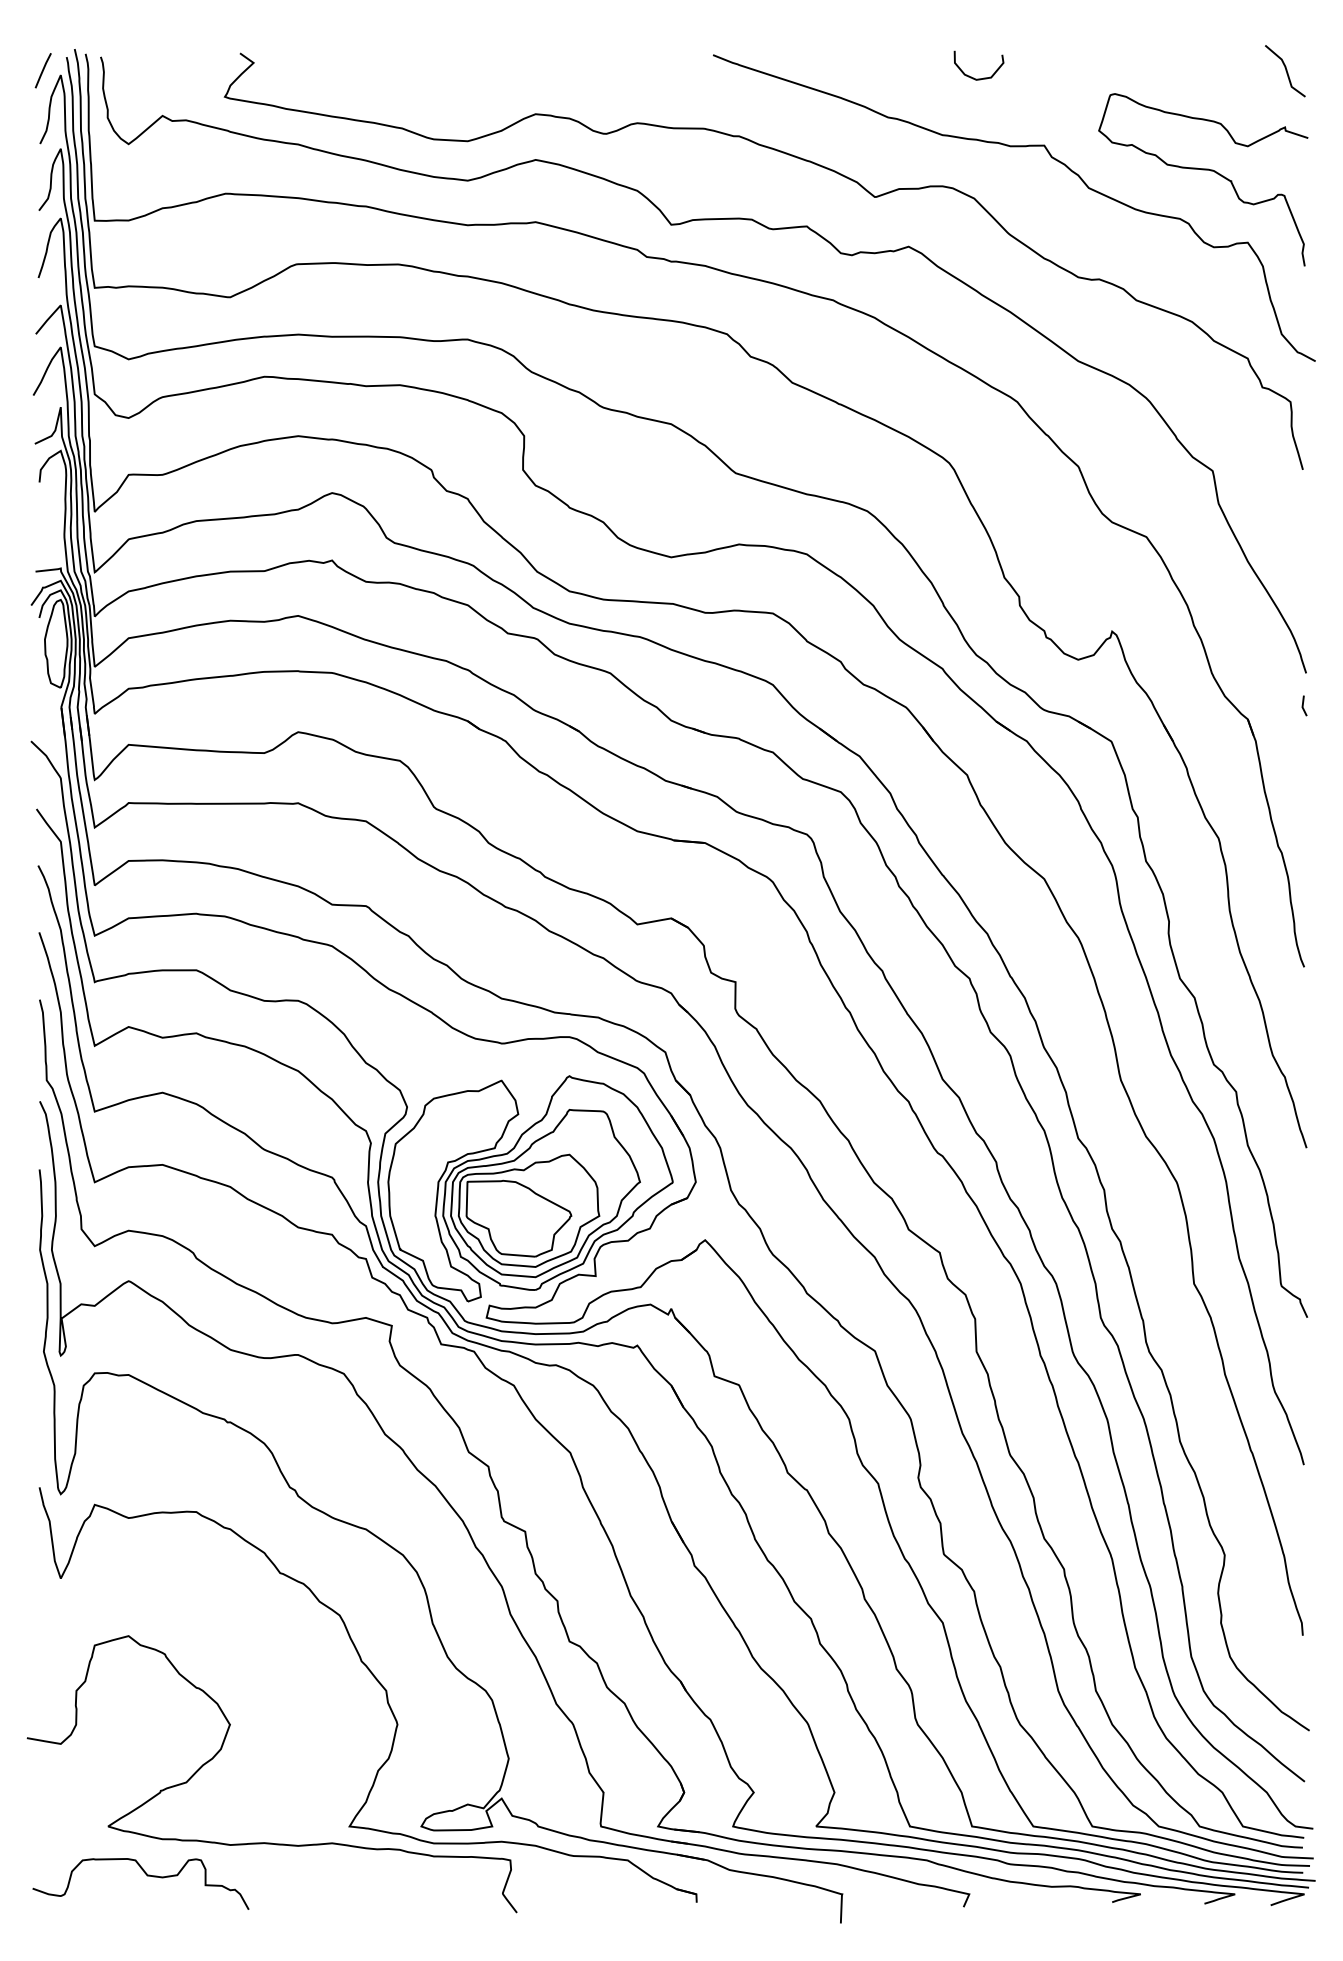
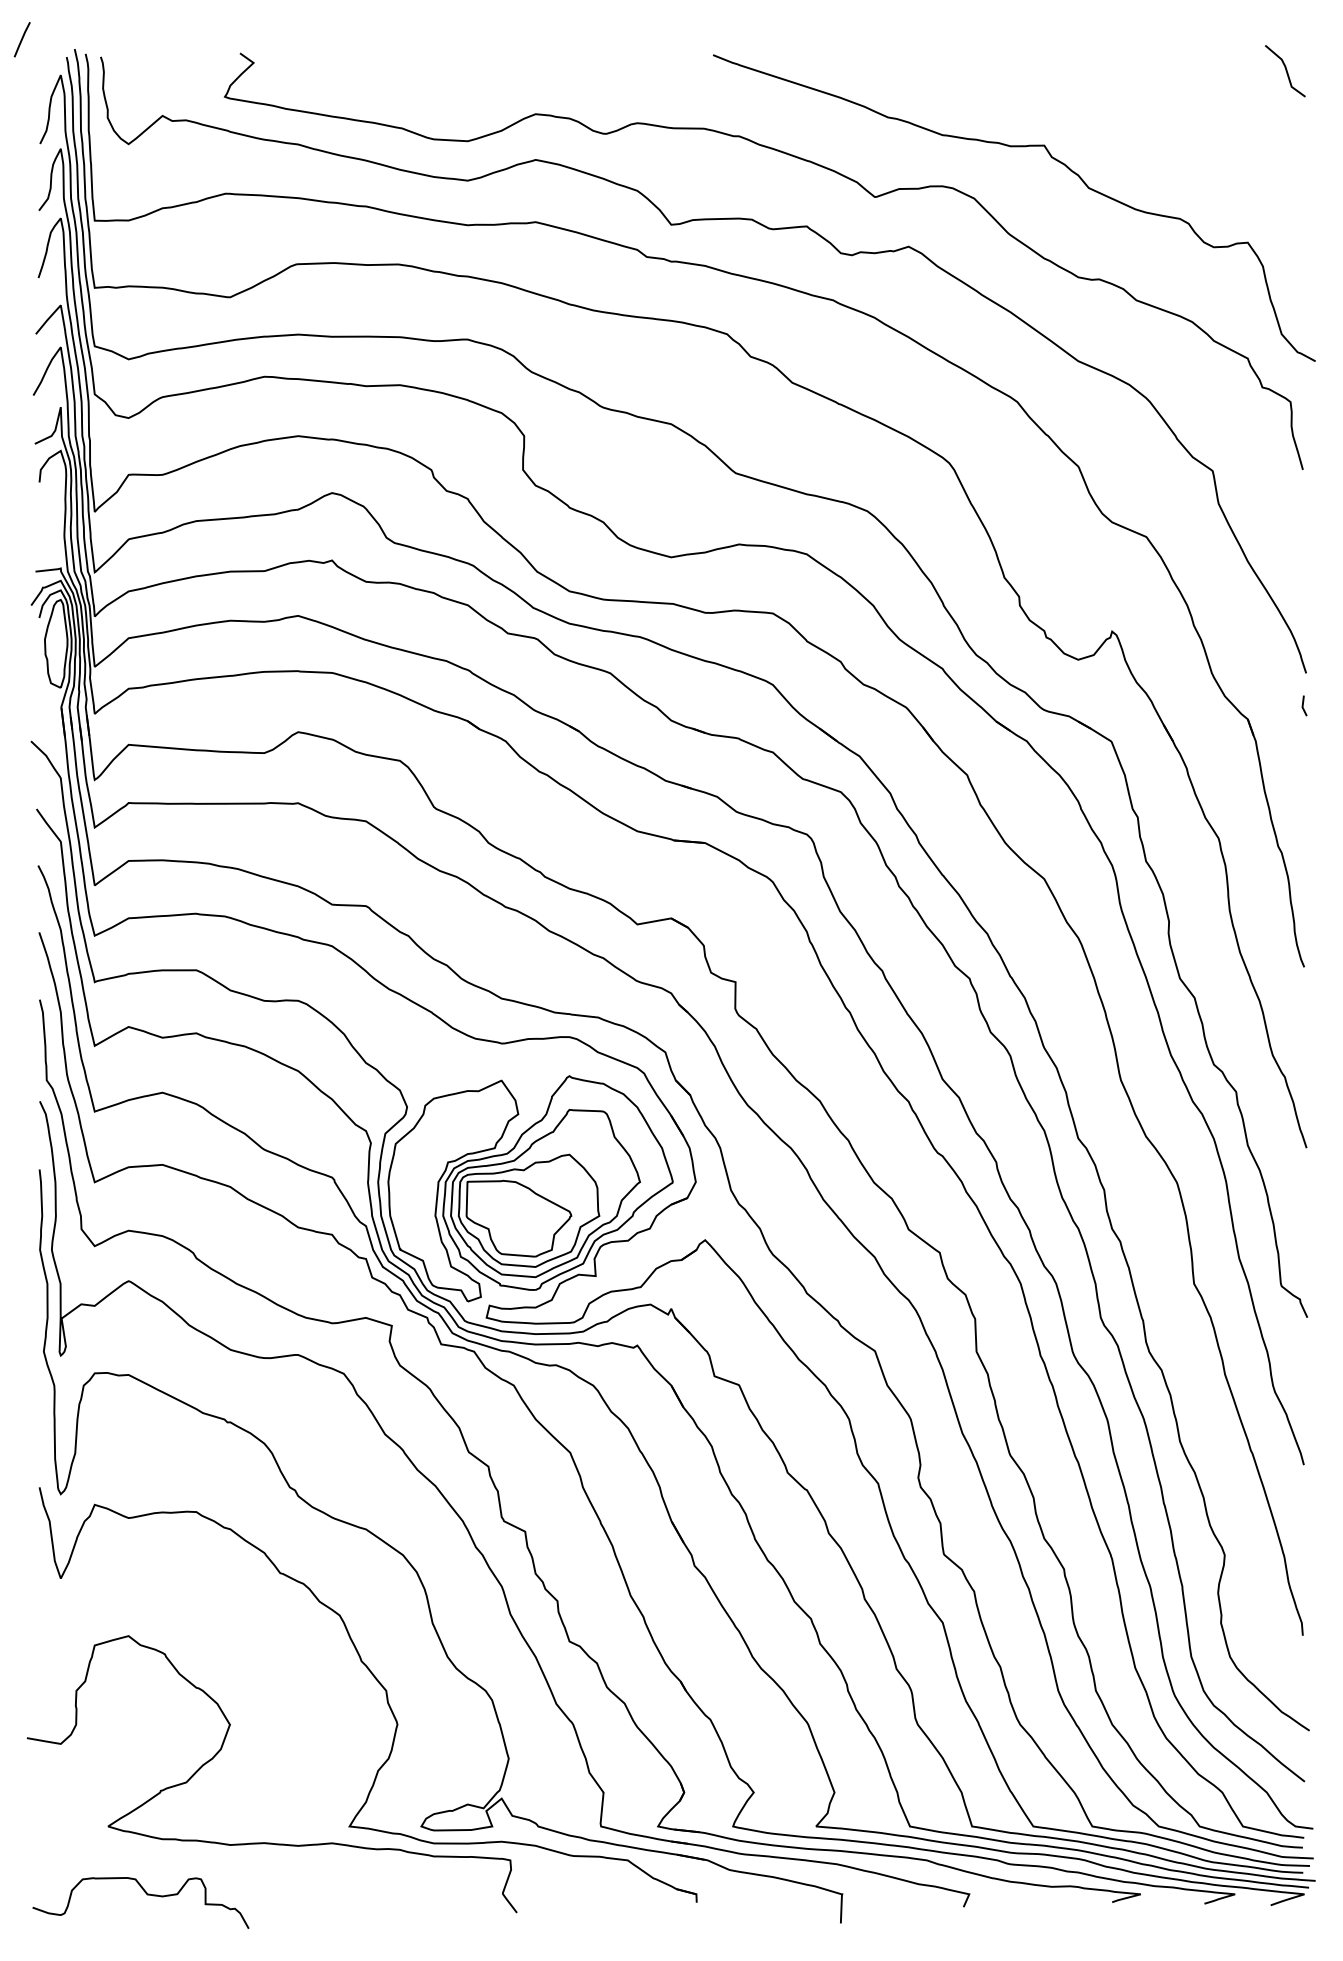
line at (42, 70) position: (42, 70) -> (21, 39)
curve at (973, 77): present -> none
curve at (1203, 170): present -> none
curve at (147, 1876) position: (147, 1876) -> (147, 1895)
